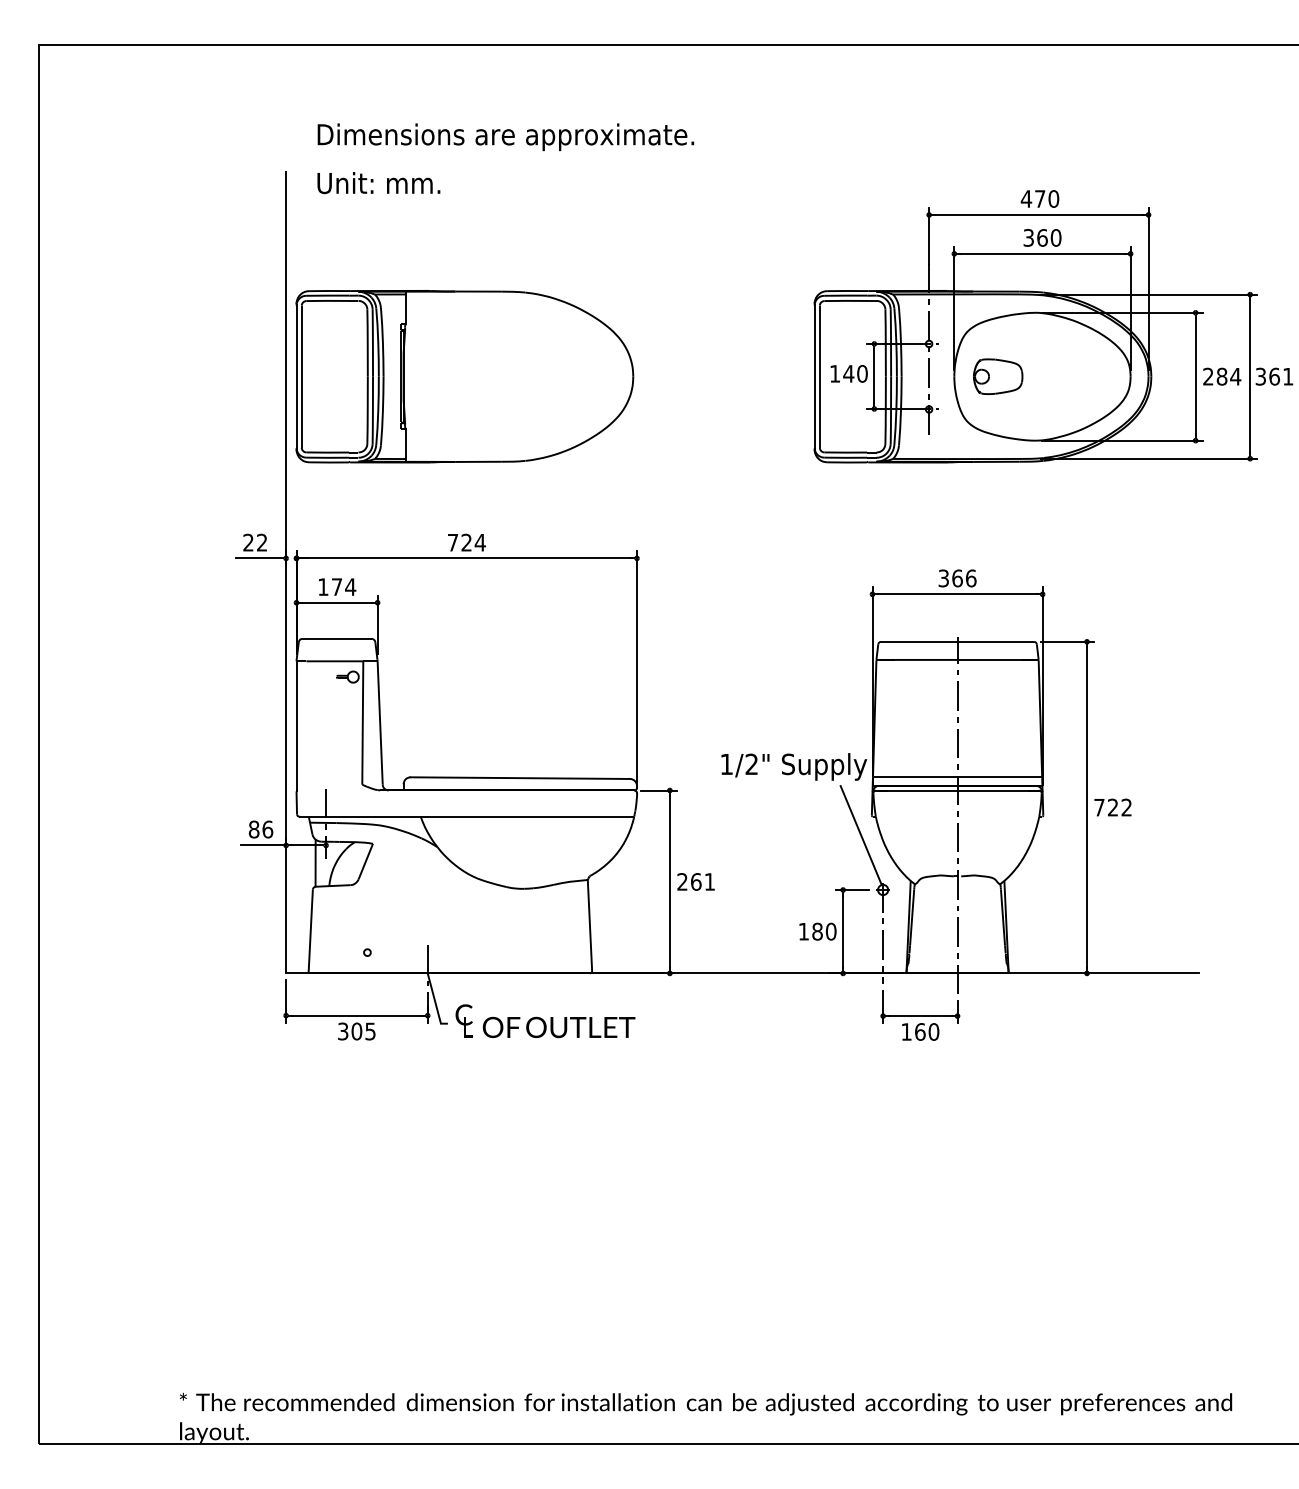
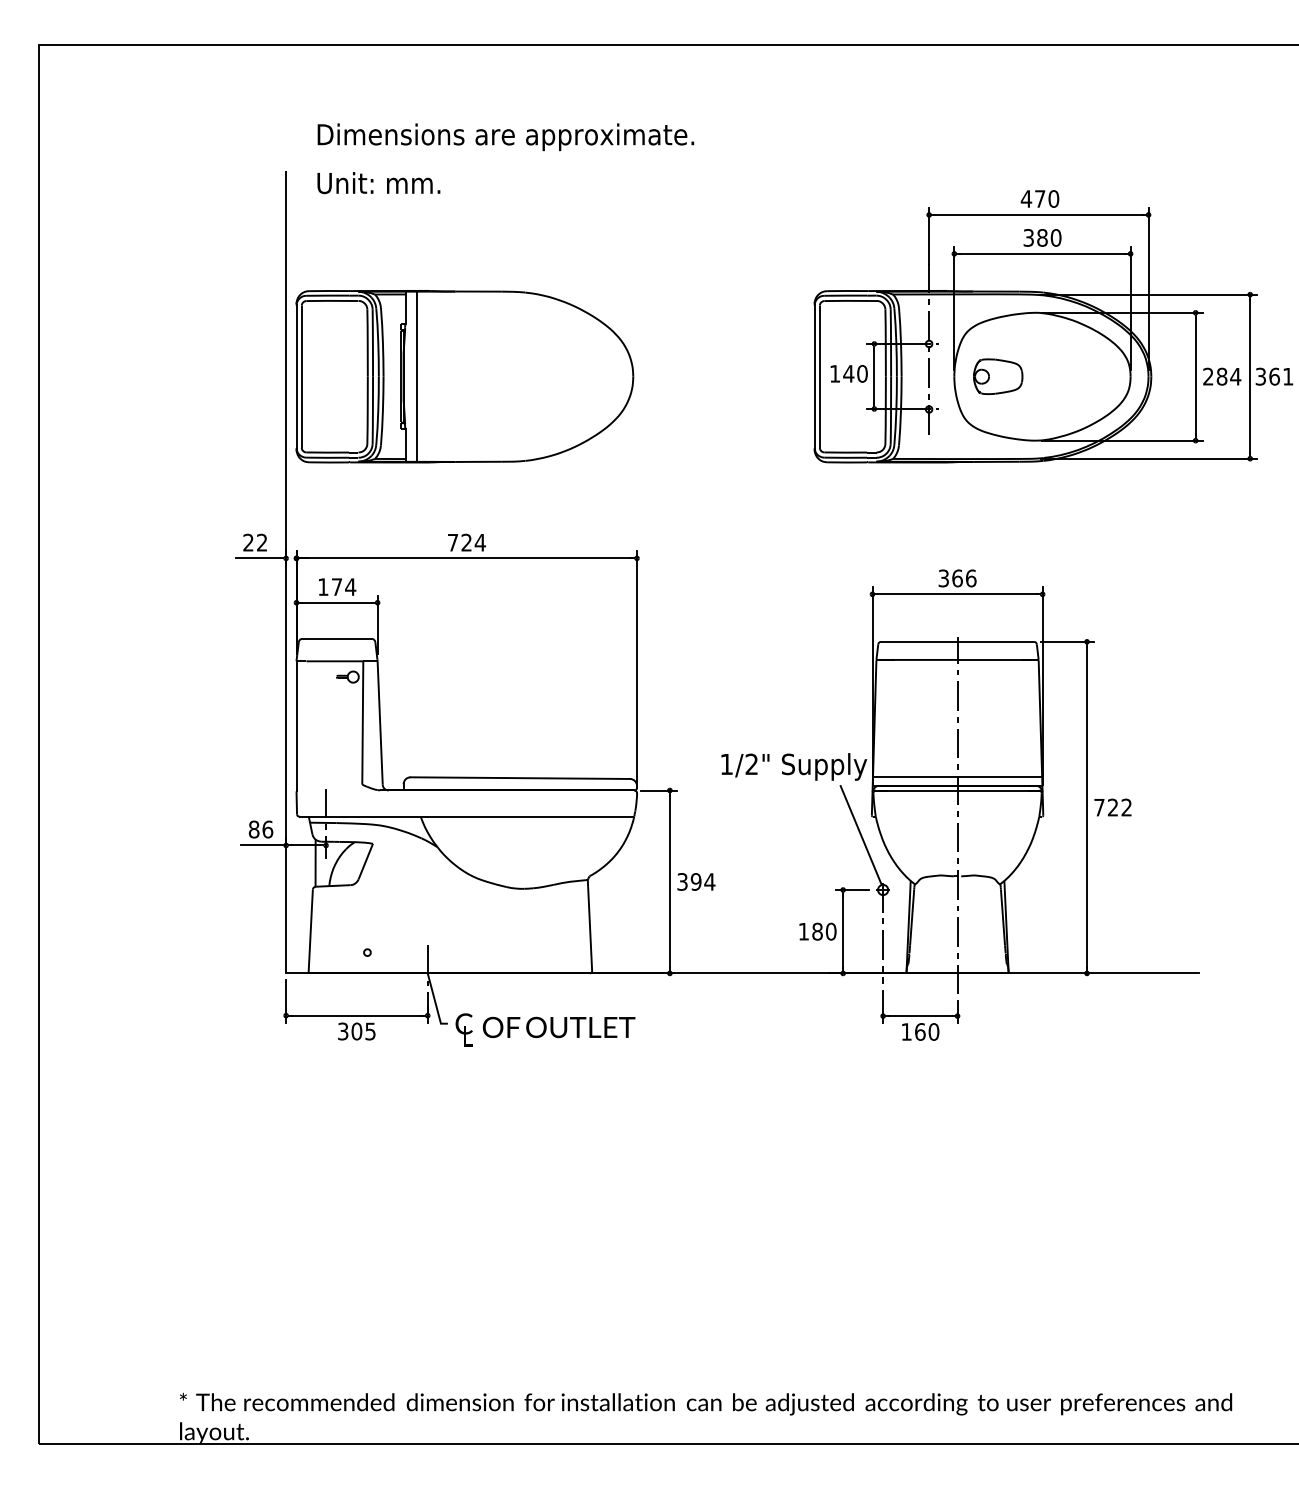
text at (1042, 237): 360 -> 380
line at (417, 376): none -> present
text at (696, 881): 261 -> 394
text at (463, 1020) position: (463, 1020) -> (463, 1029)
